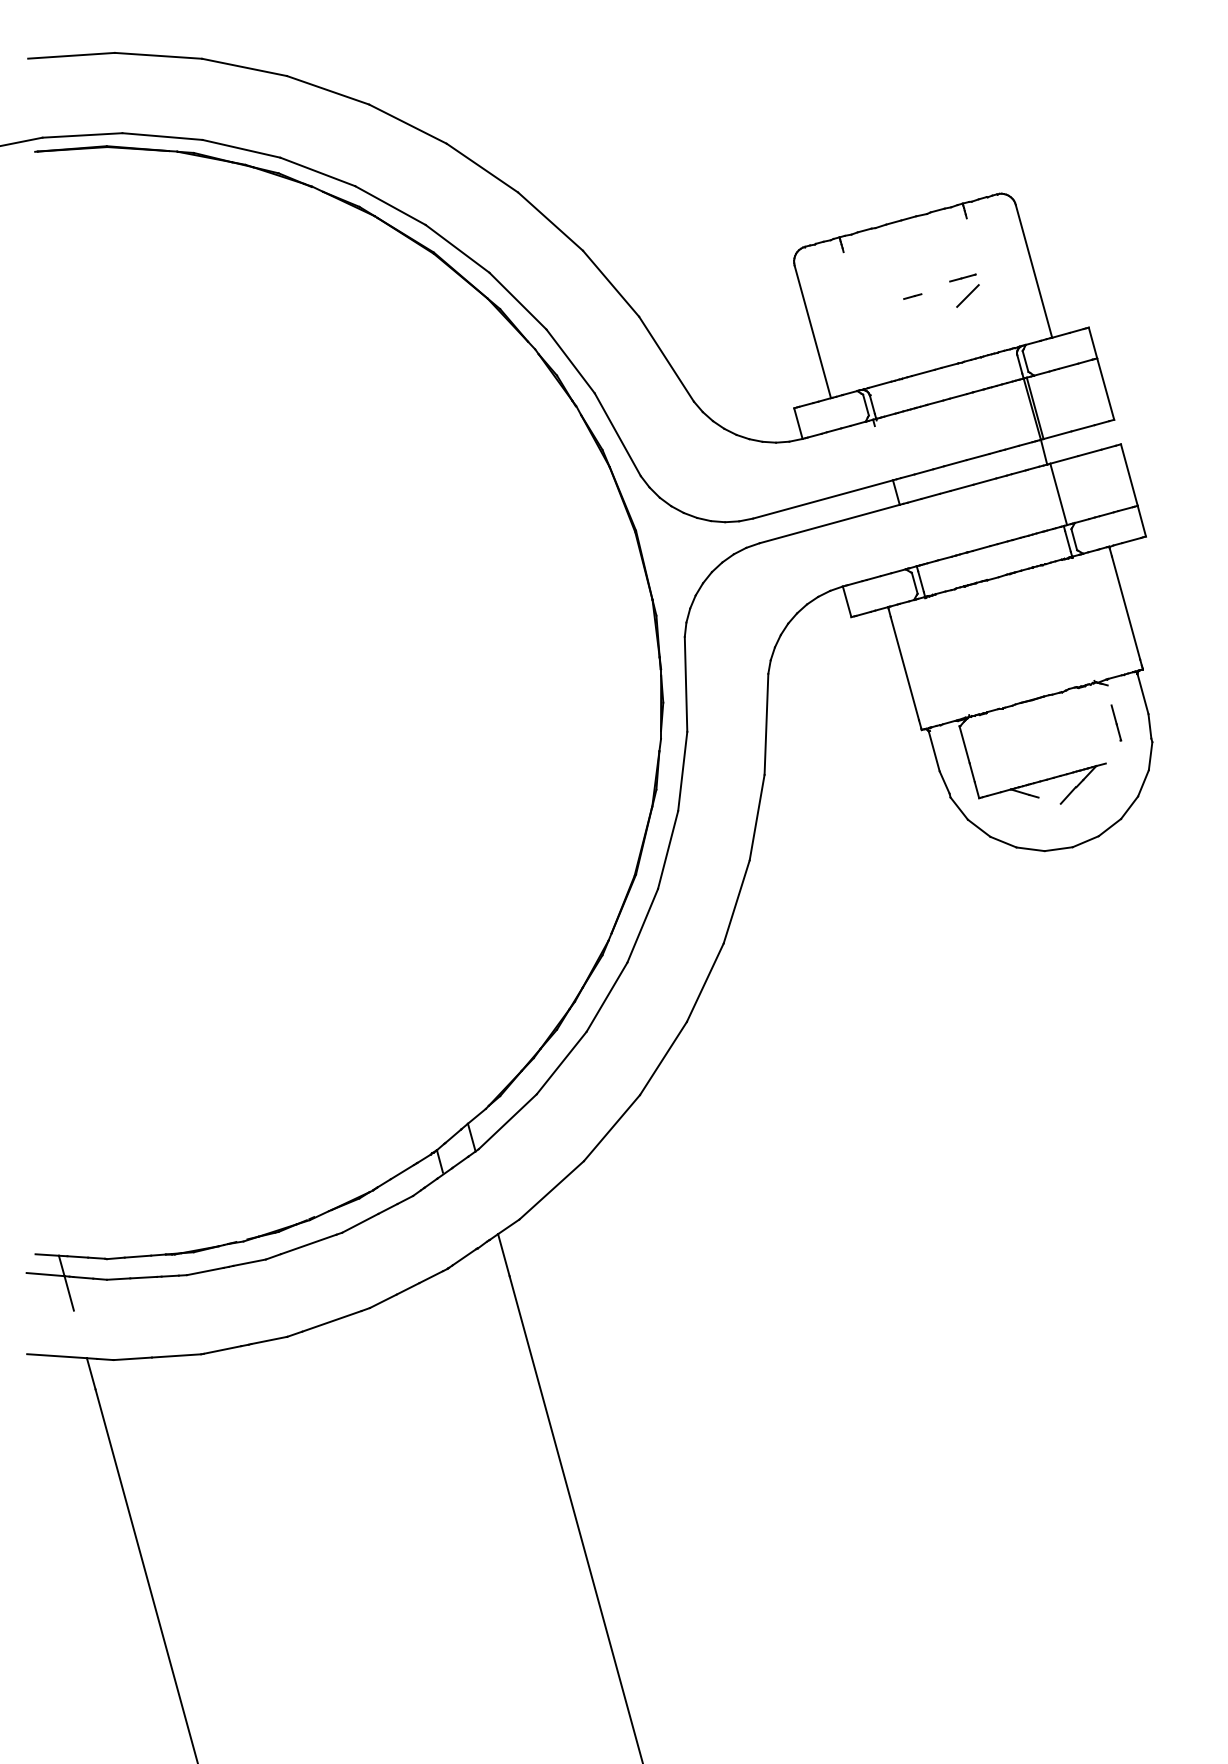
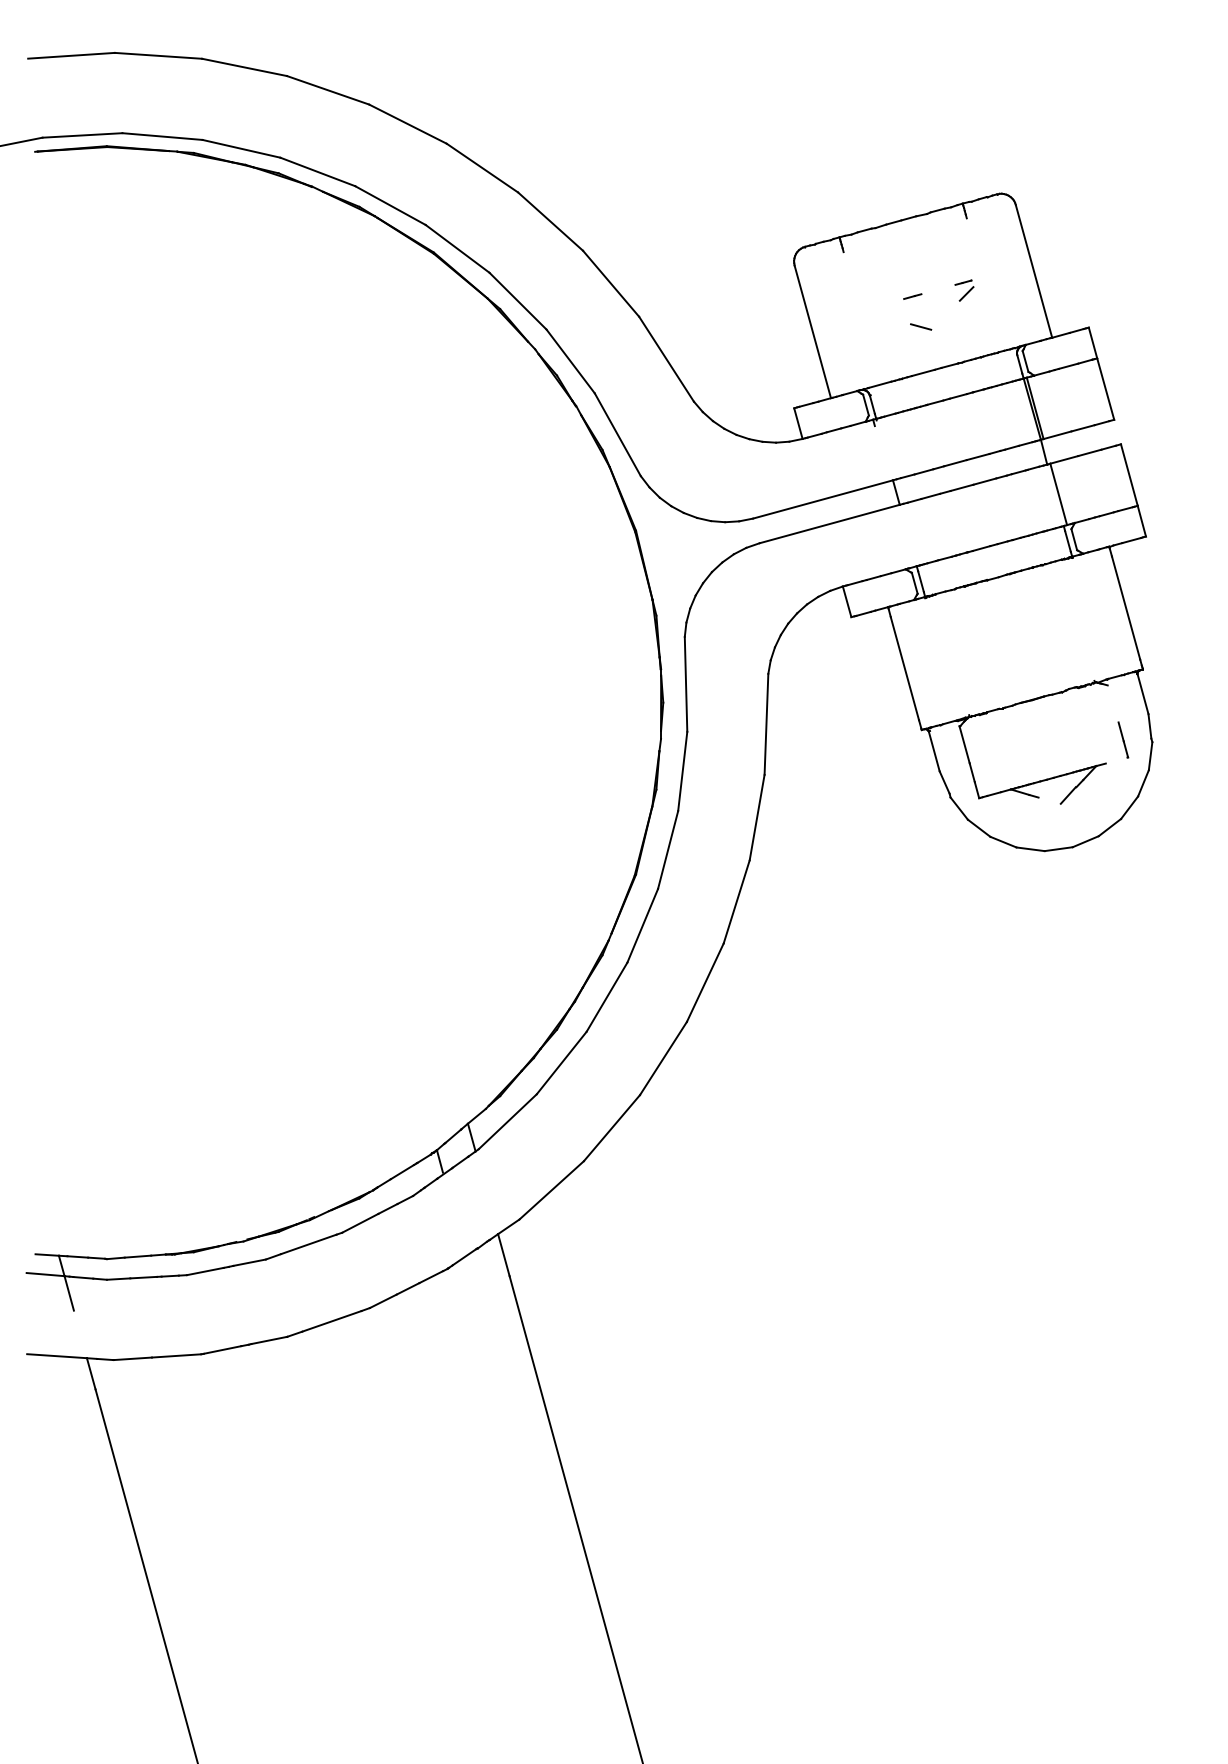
part at (964, 290) size: 31x35 px -> 21x23 px
line at (921, 326): none -> present
line at (1116, 722) position: (1116, 722) -> (1123, 739)
